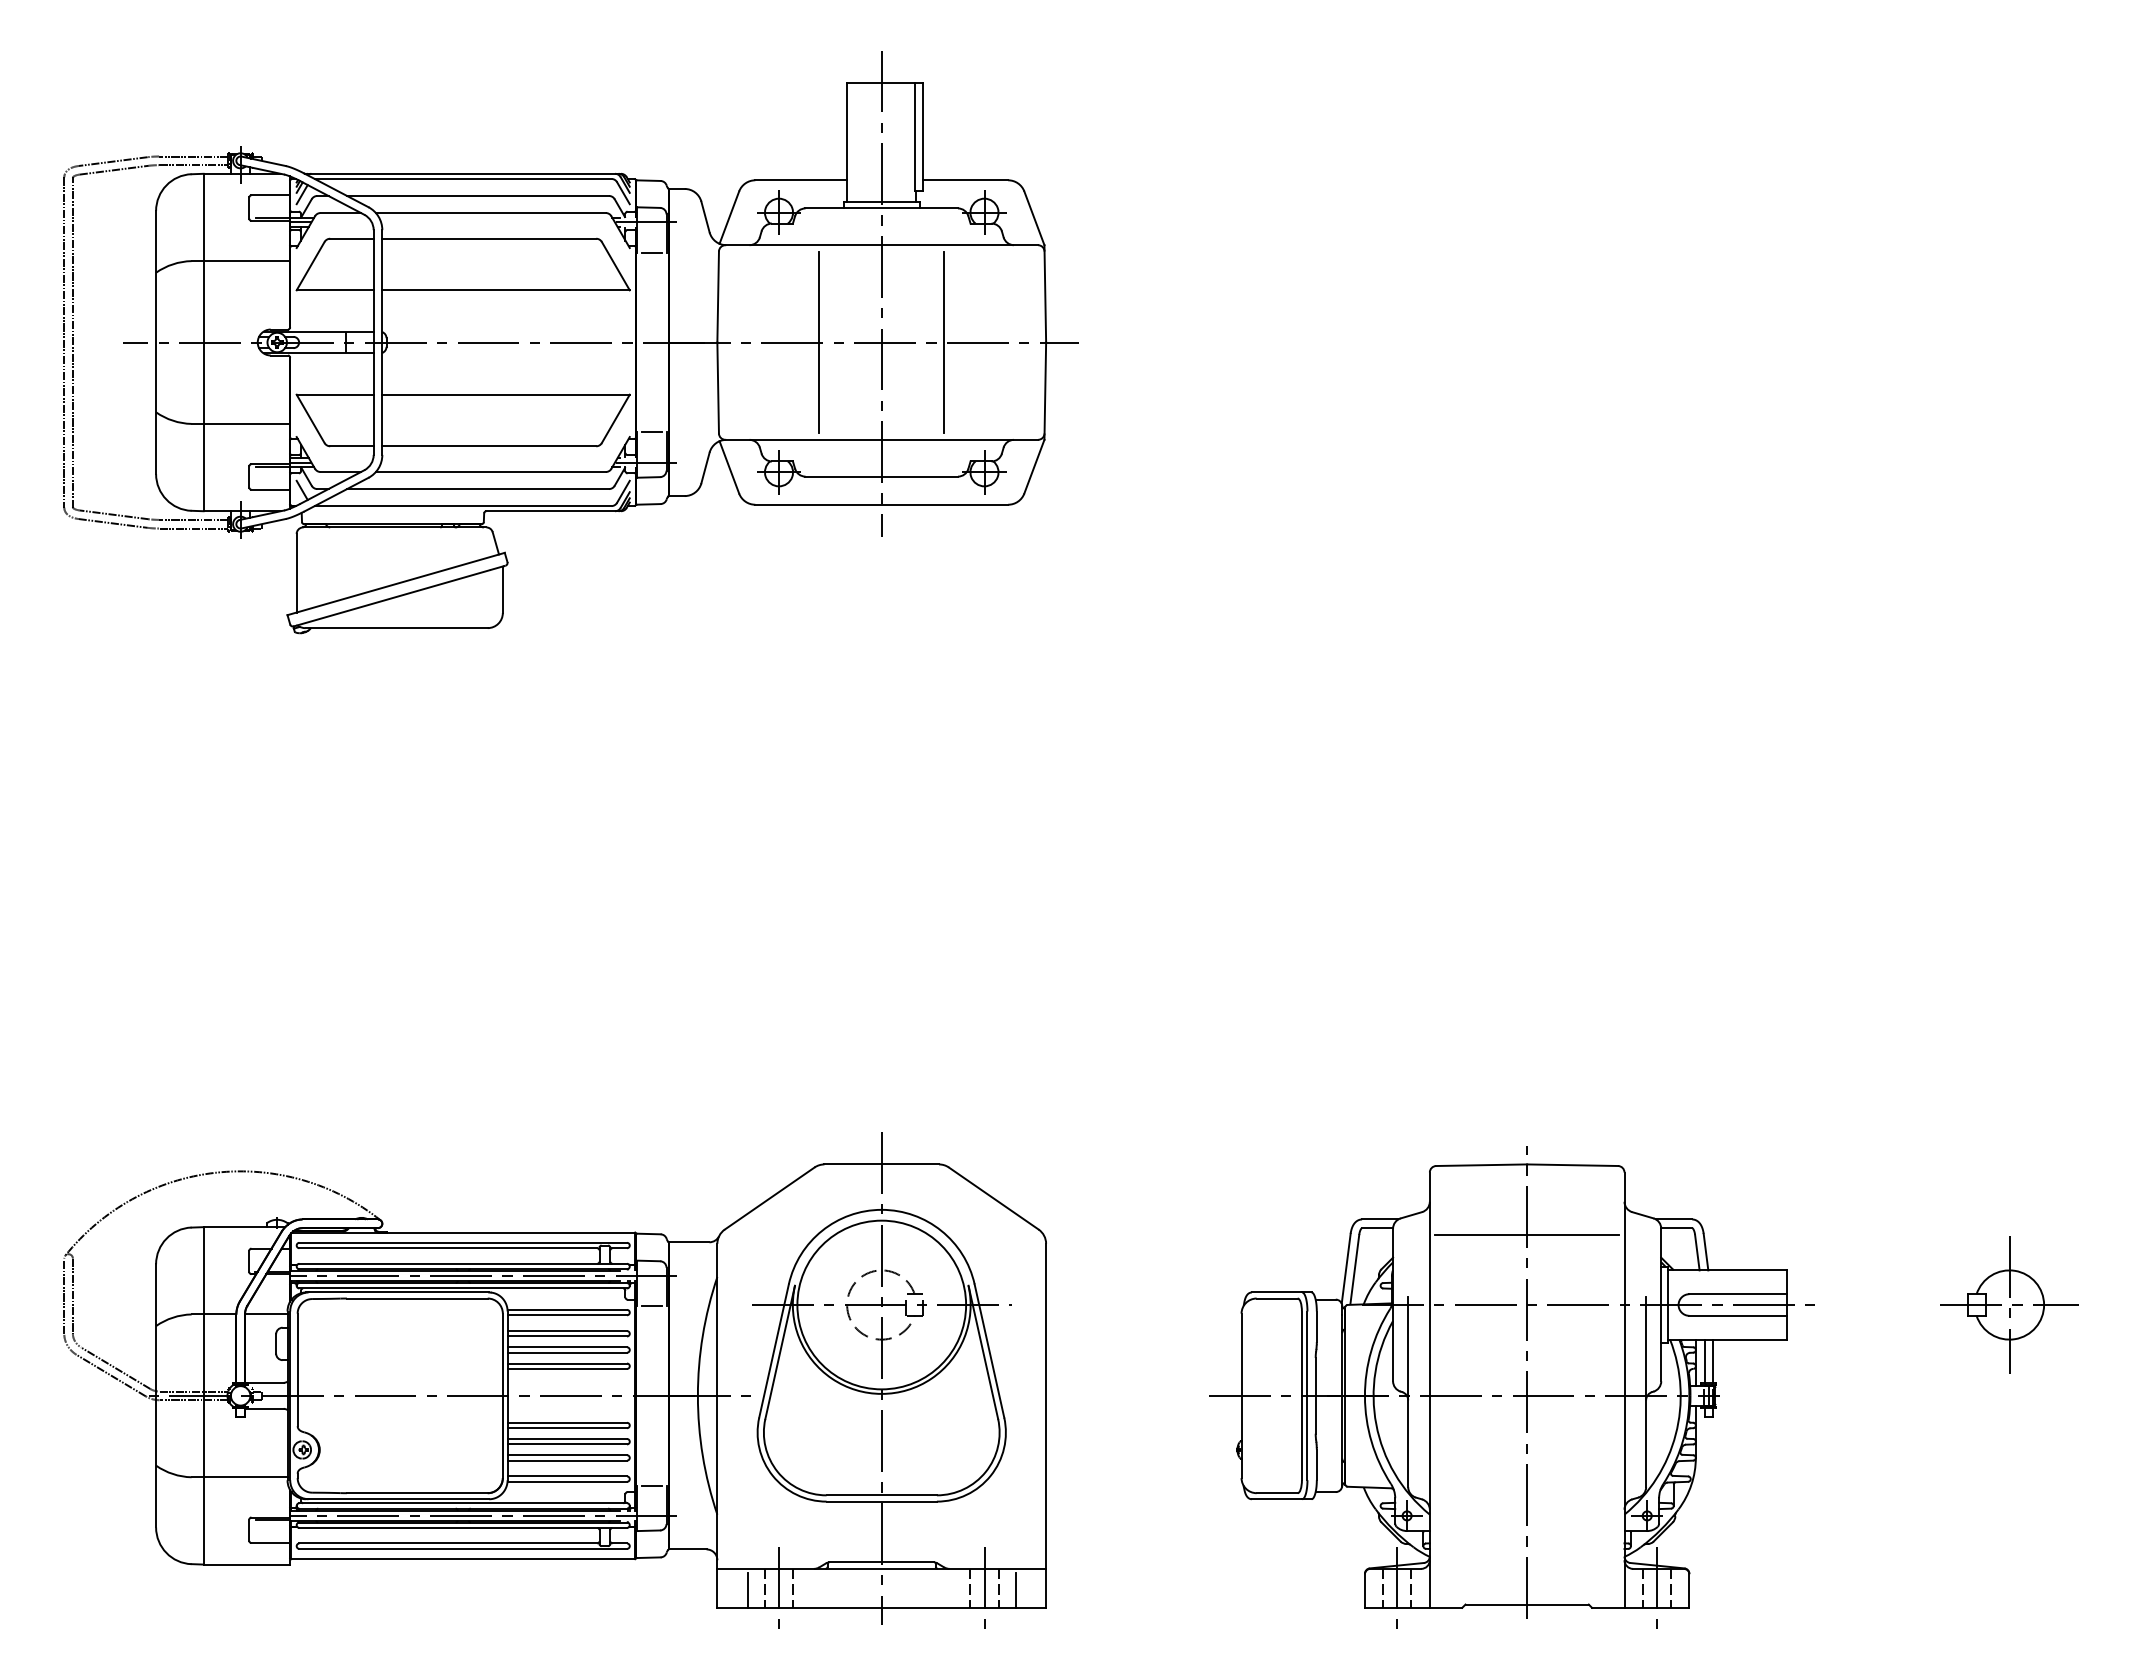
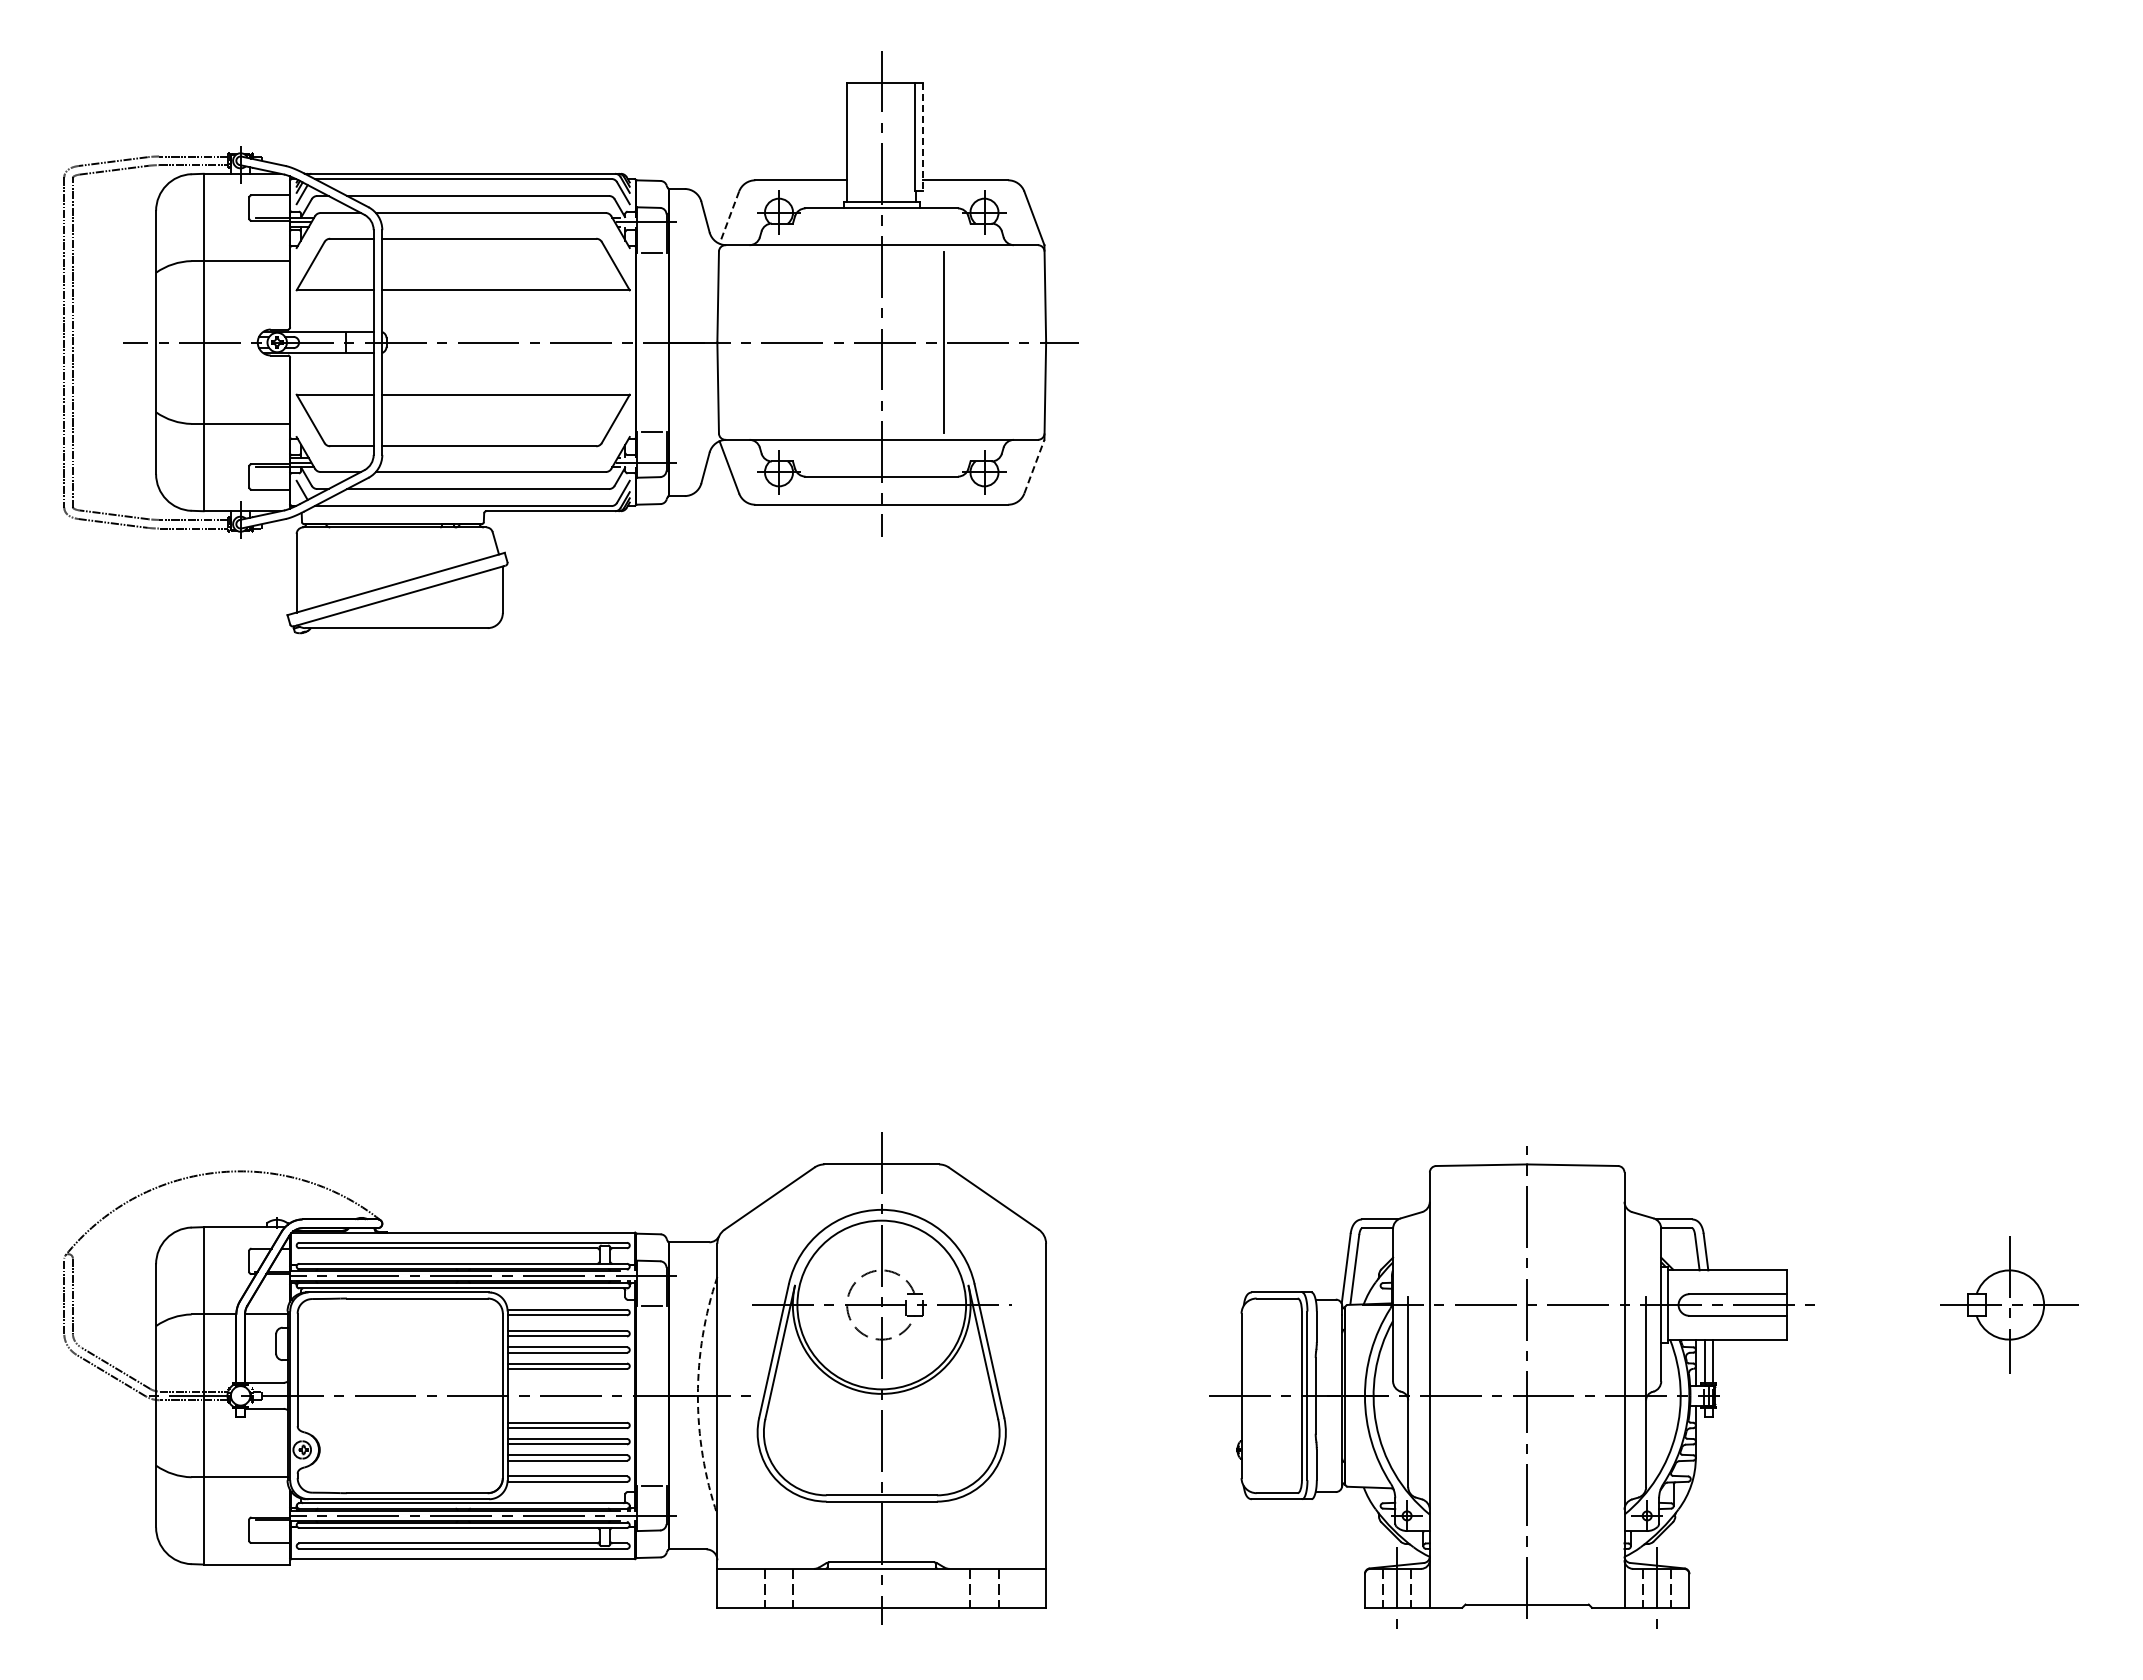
line at (922, 137): solid -> dashed
line at (729, 217): solid -> dashed
line at (819, 342): present -> none
line at (1034, 466): solid -> dashed
line at (1526, 1234): present -> none
arc at (697, 1395): solid -> dashed
line at (779, 1588): present -> none
line at (984, 1588): present -> none
line at (747, 1590): present -> none
line at (1015, 1590): present -> none
